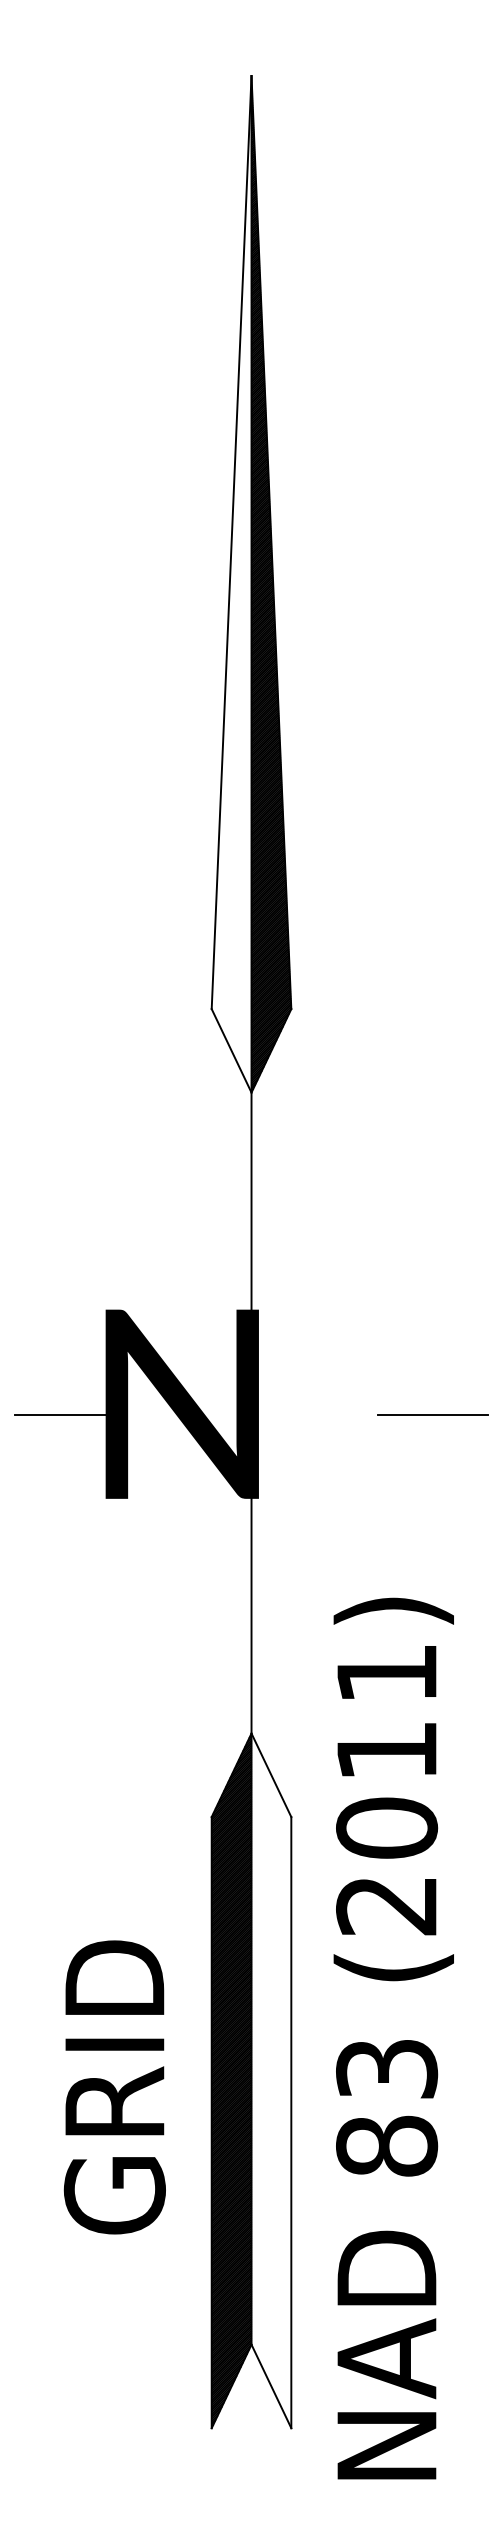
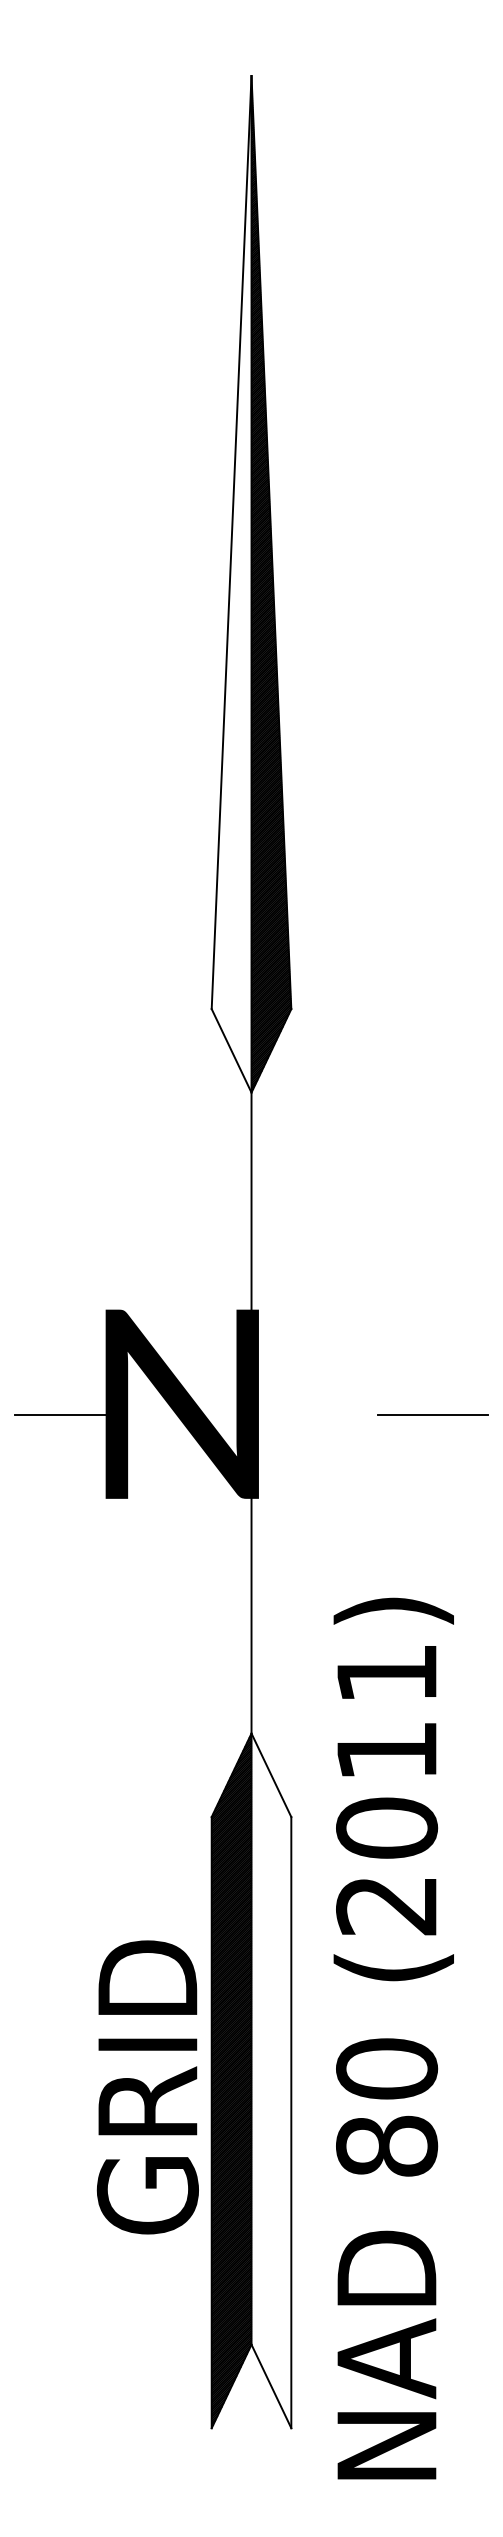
text at (387, 2068): 83 -> 80
text at (114, 2087) position: (114, 2087) -> (147, 2087)
